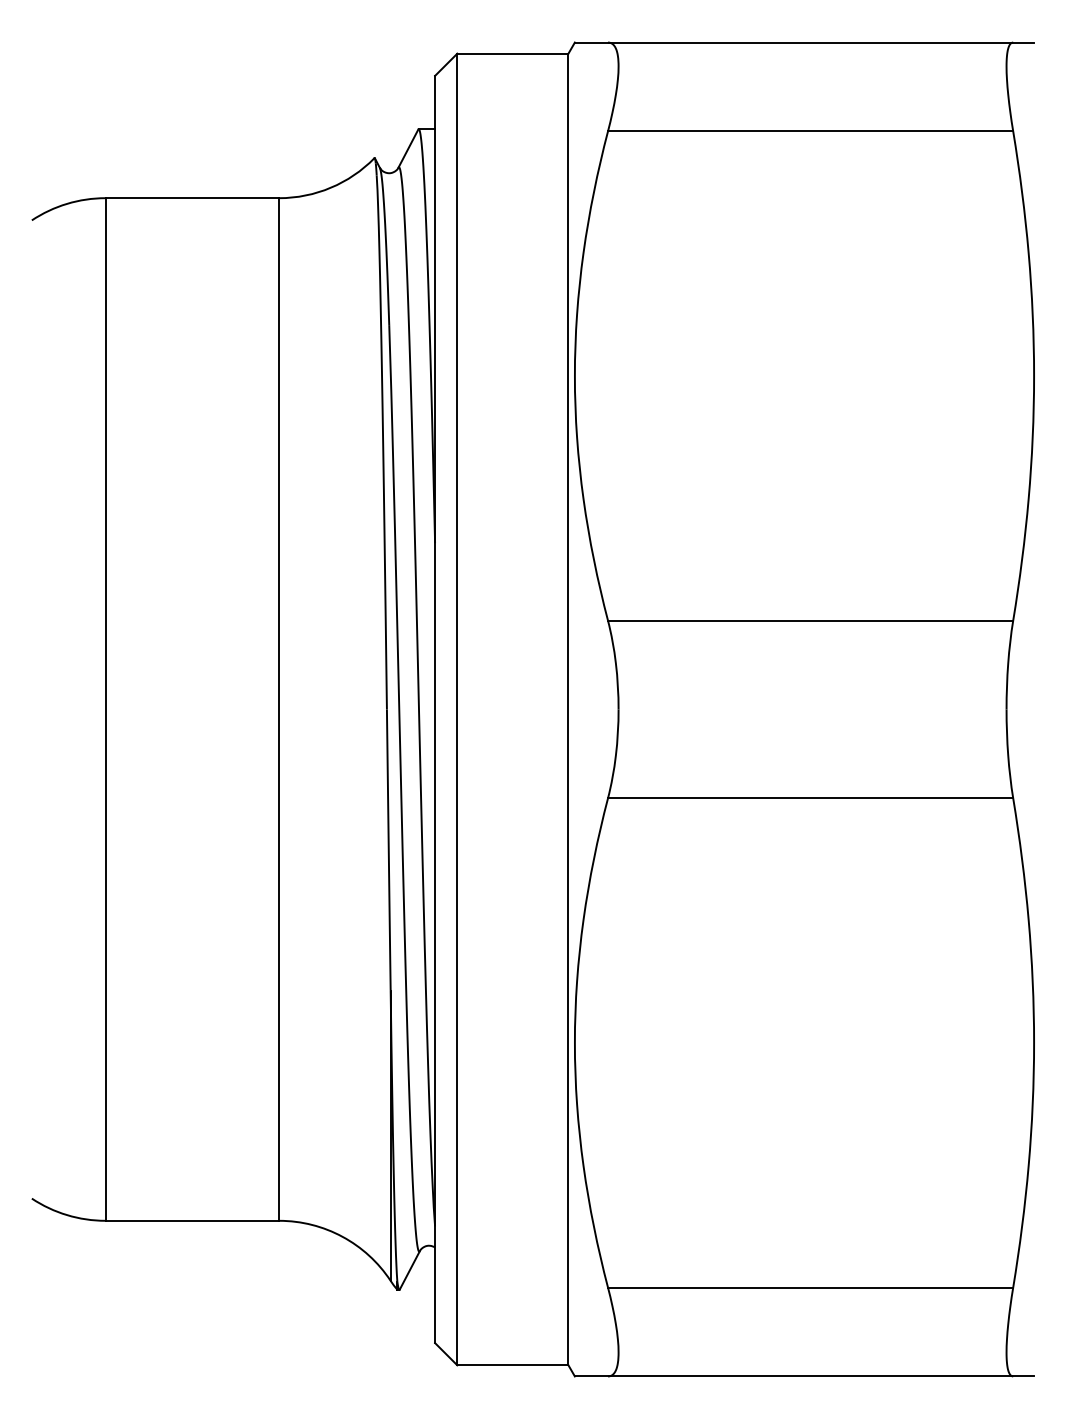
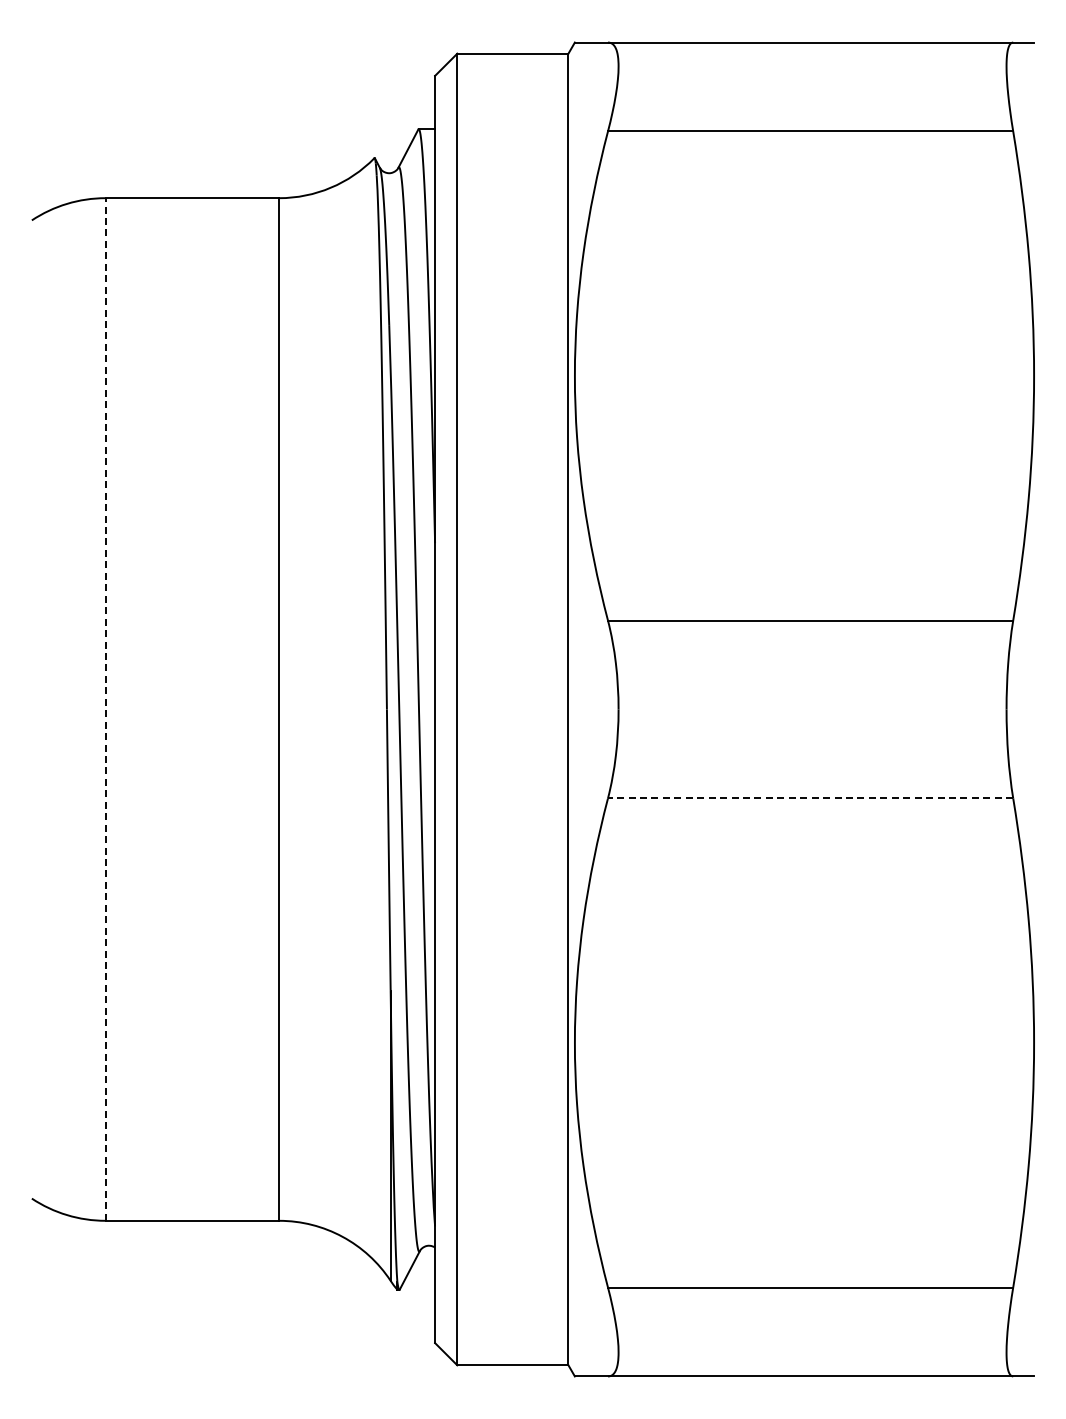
line at (105, 709): solid -> dashed
line at (810, 798): solid -> dashed
